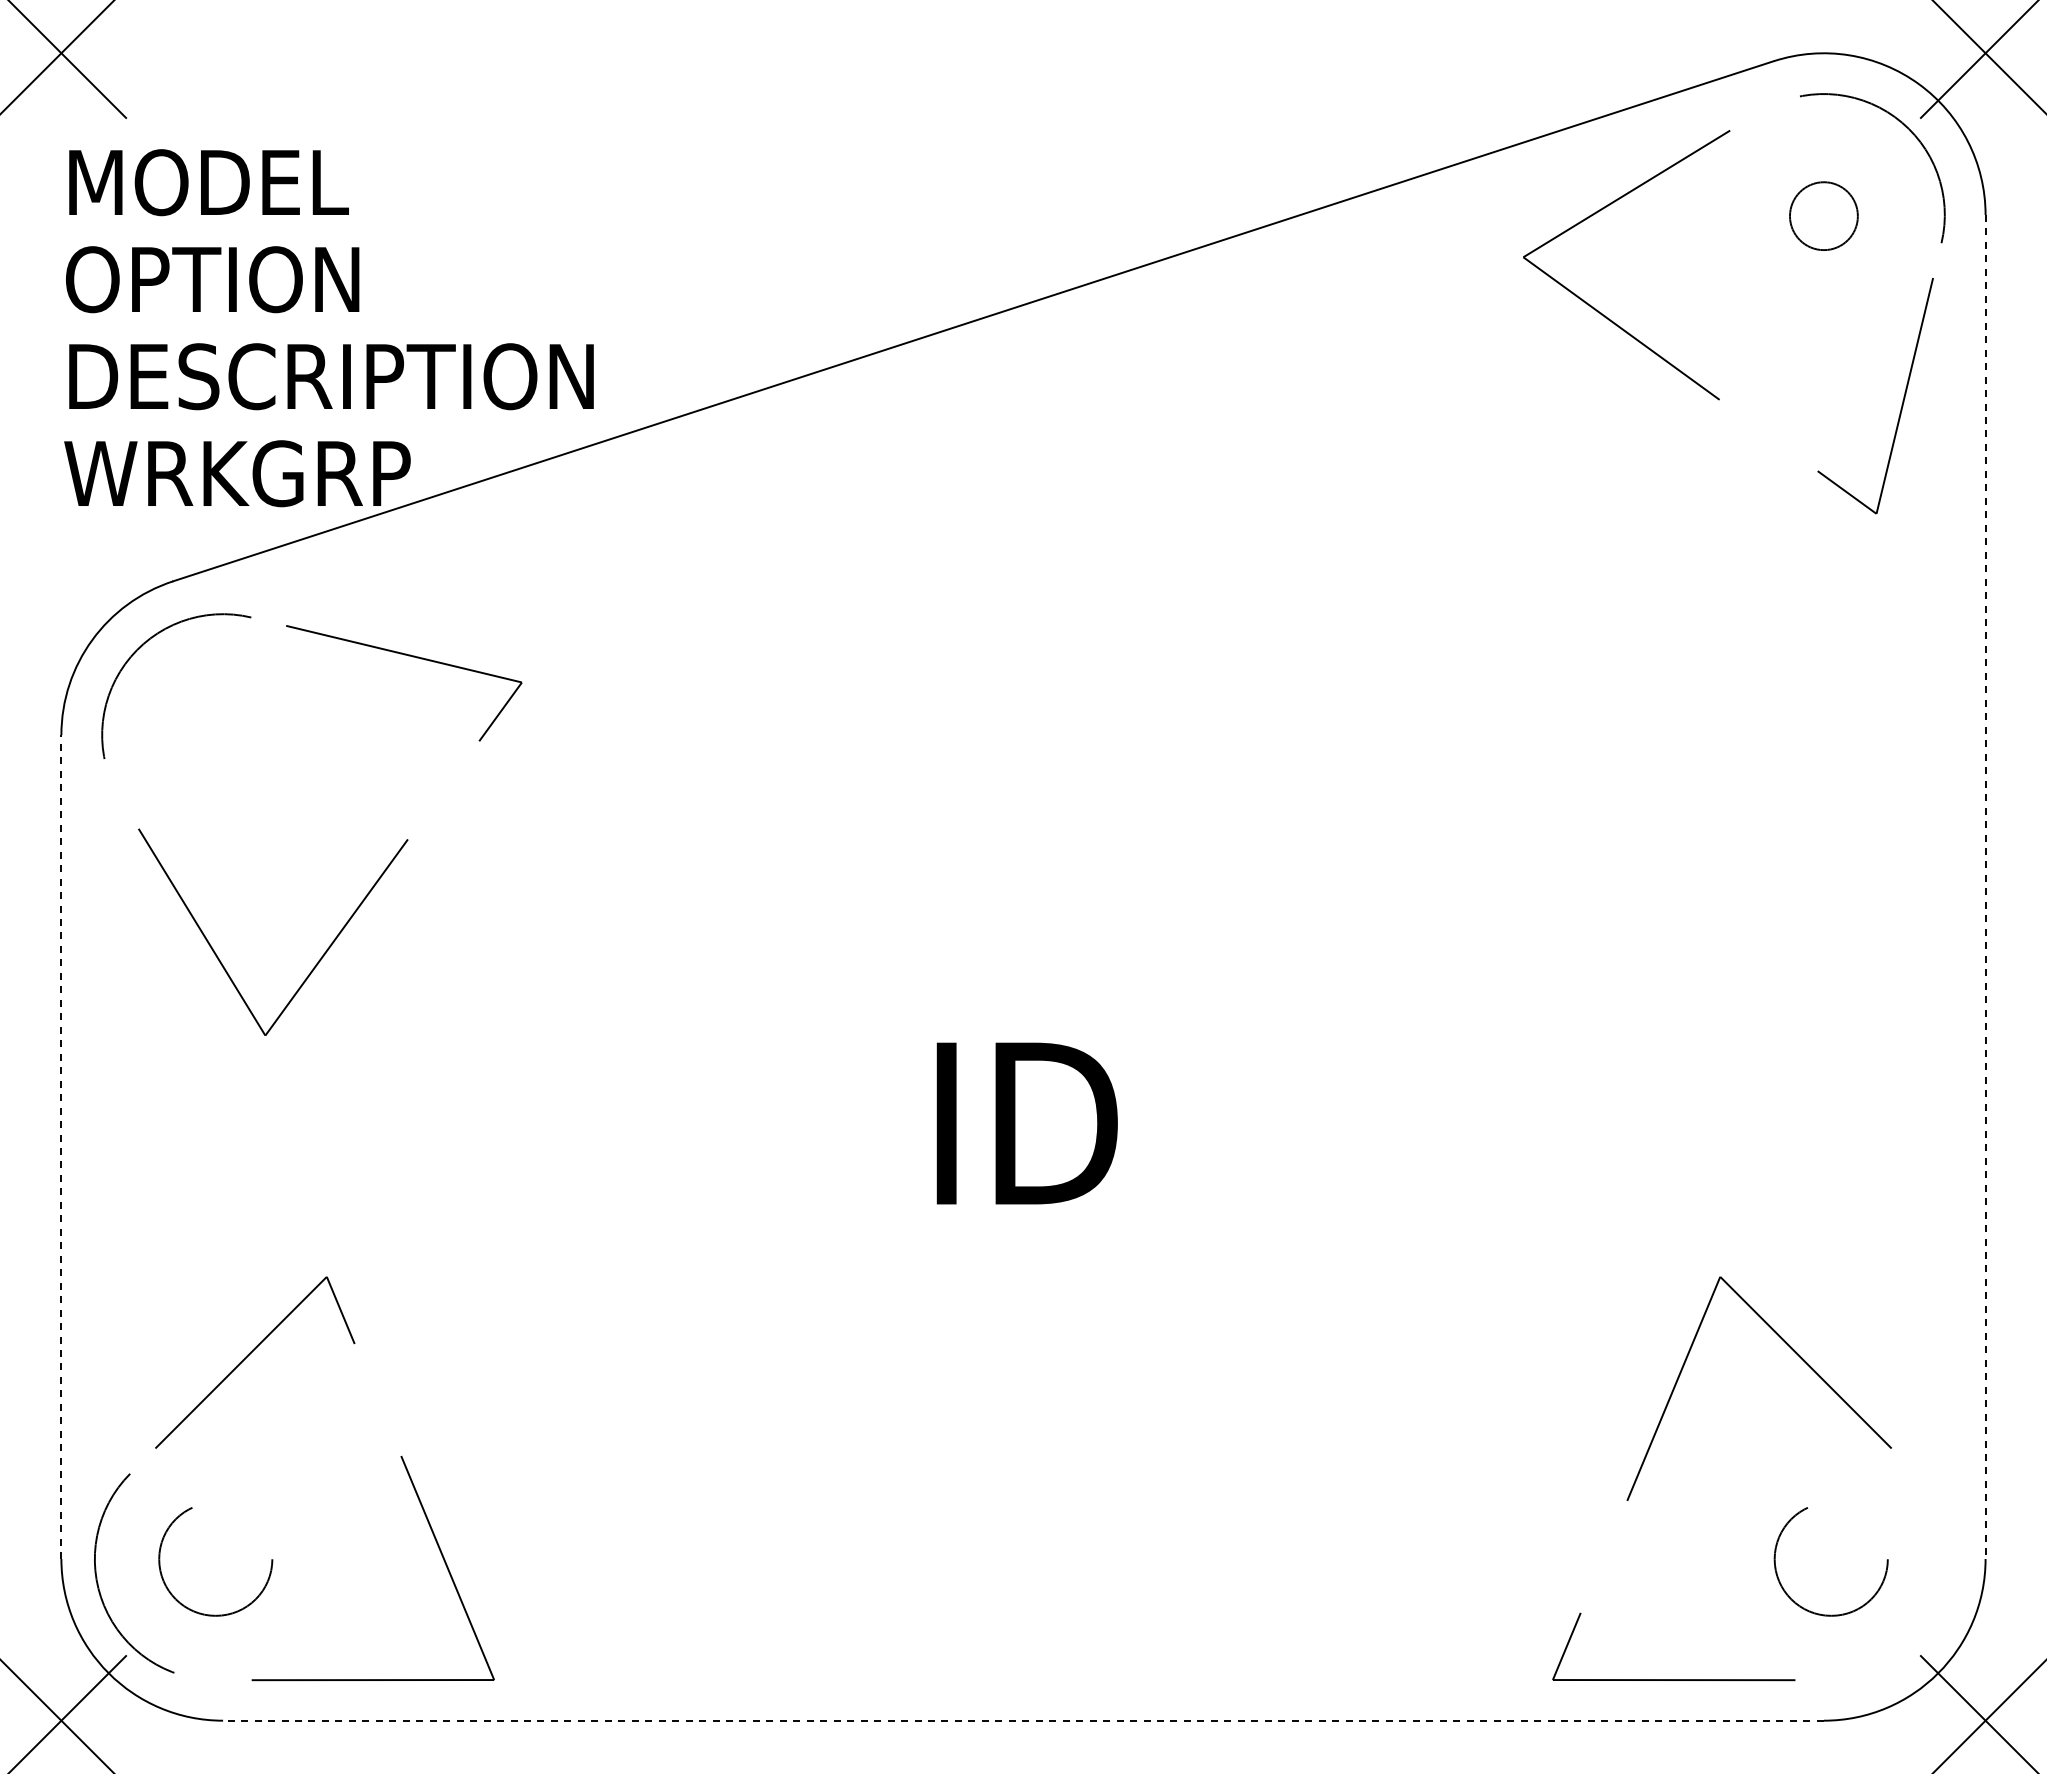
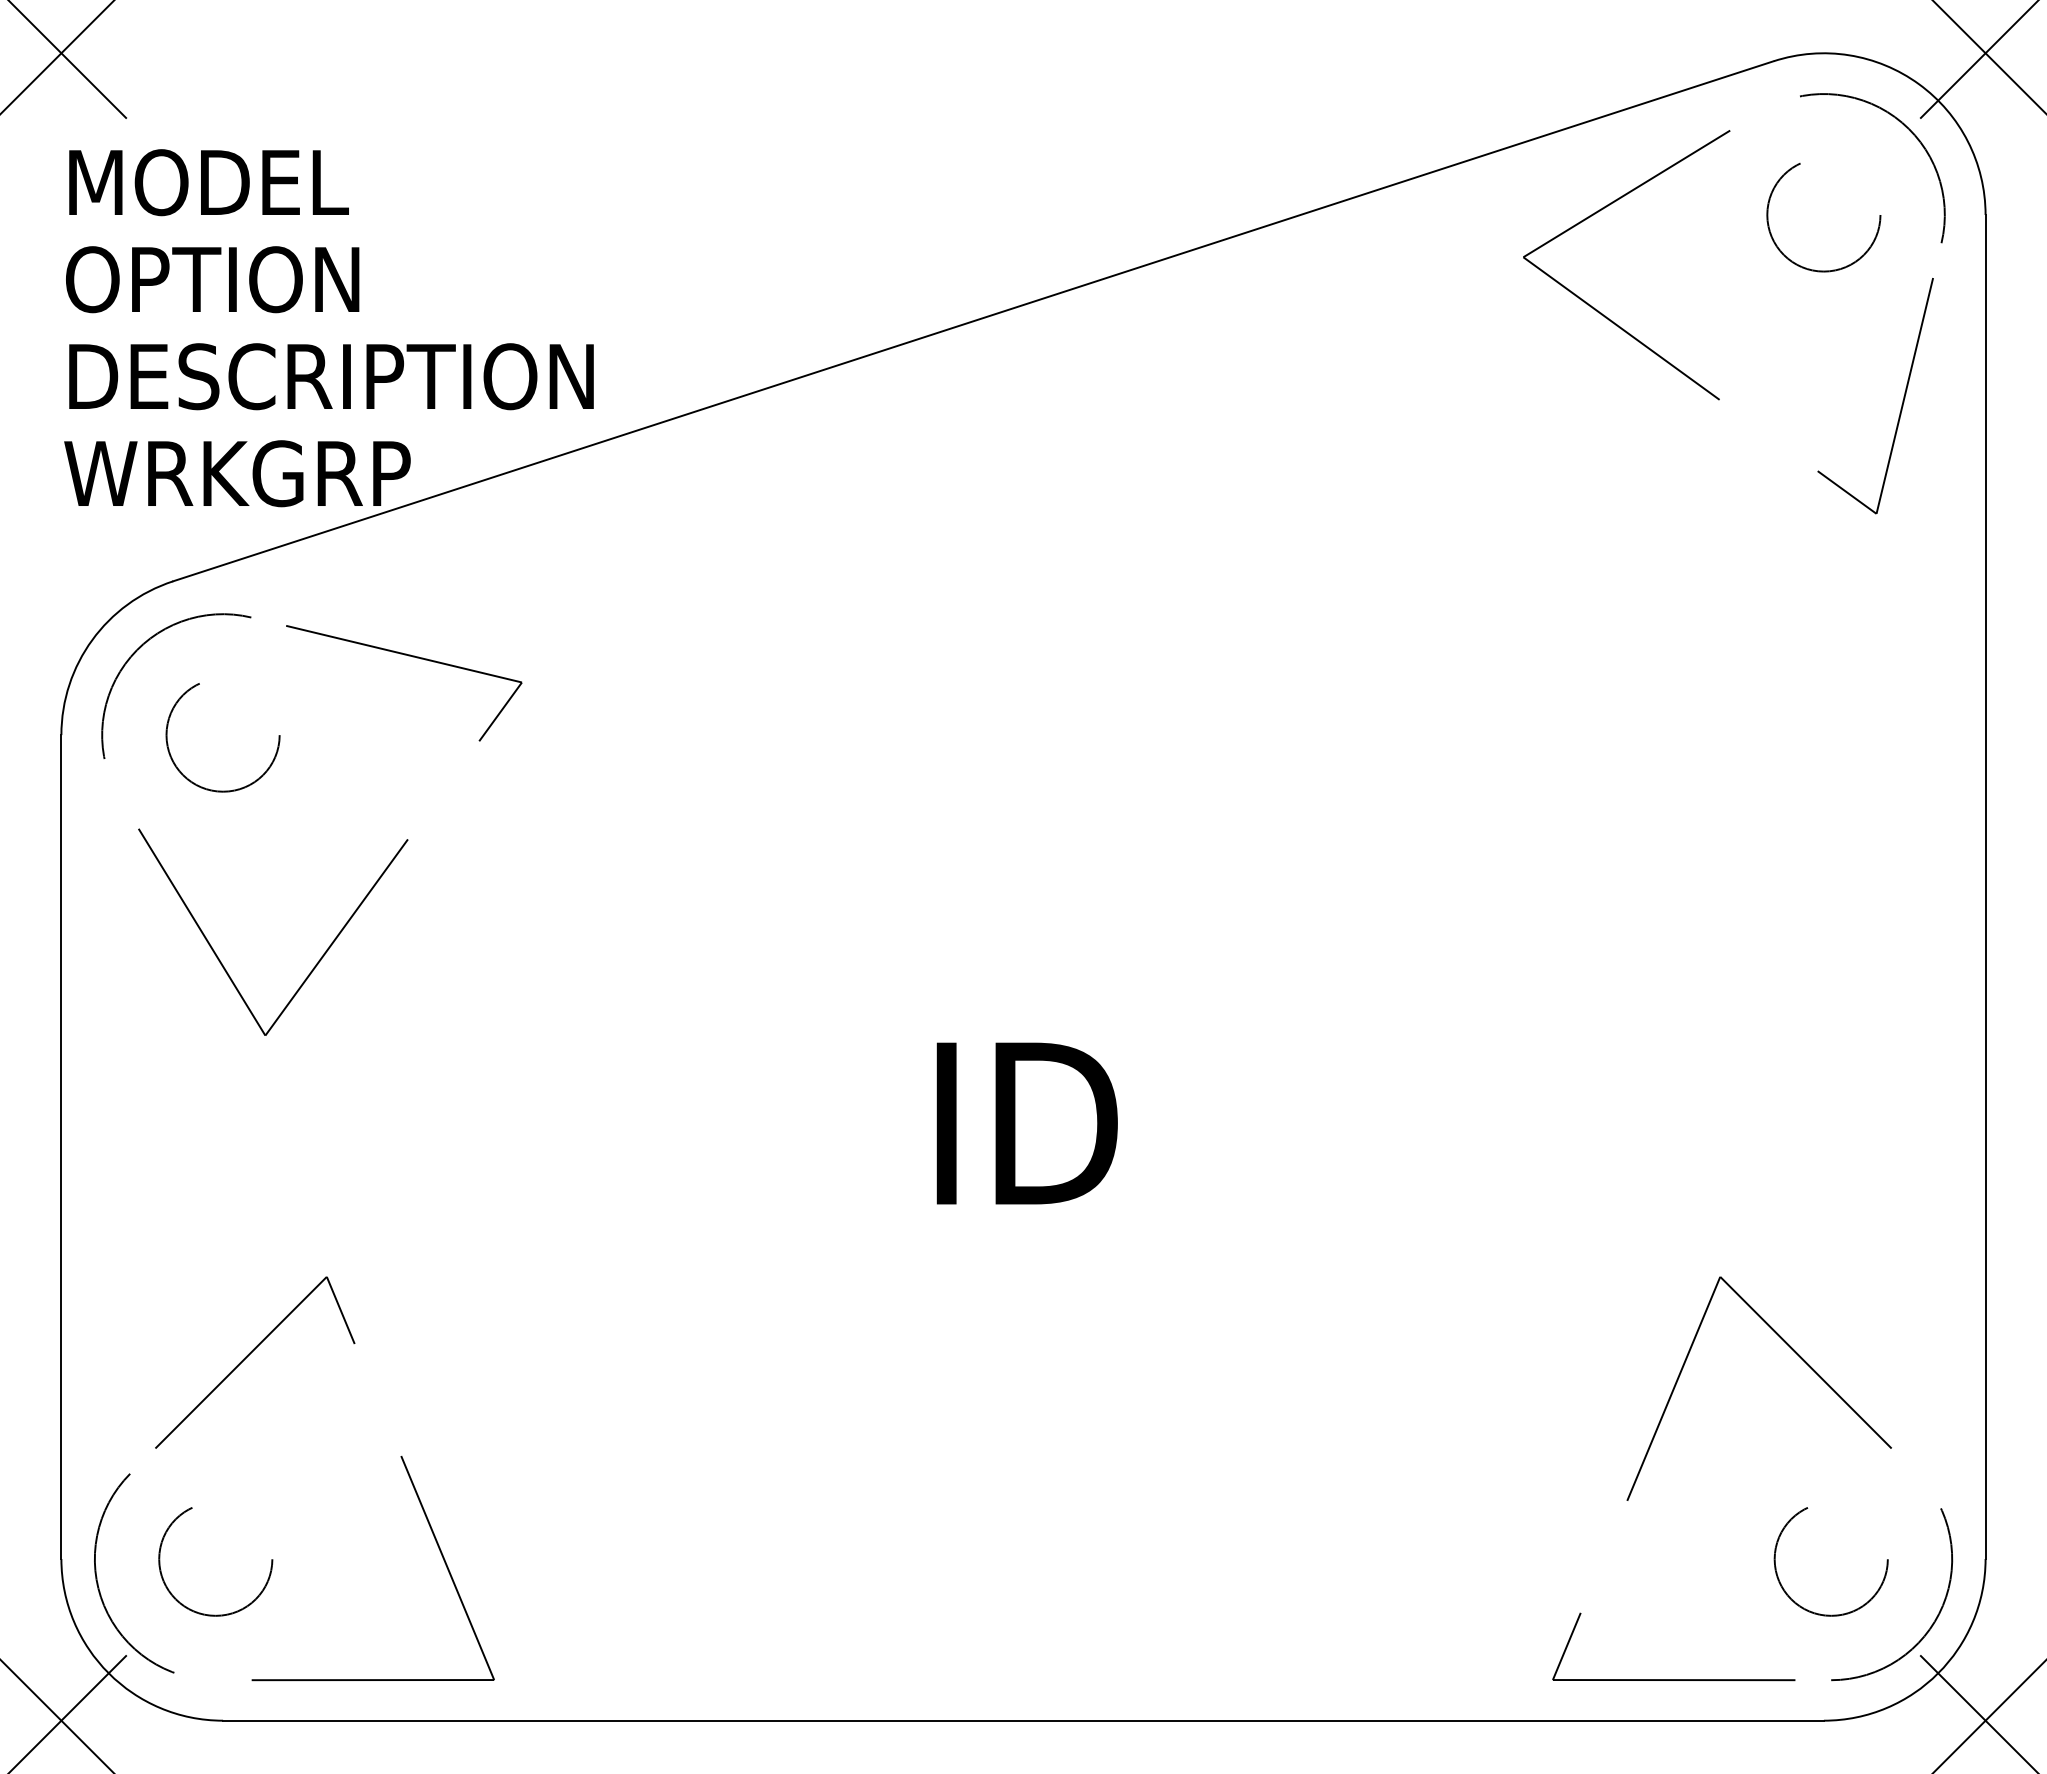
circle at (1823, 215) size: 70x70 px -> 116x110 px
circle at (222, 737): none -> present
line at (1985, 887): dashed -> solid
line at (61, 1147): dashed -> solid
arc at (1933, 1621): none -> present
line at (1023, 1720): dashed -> solid
